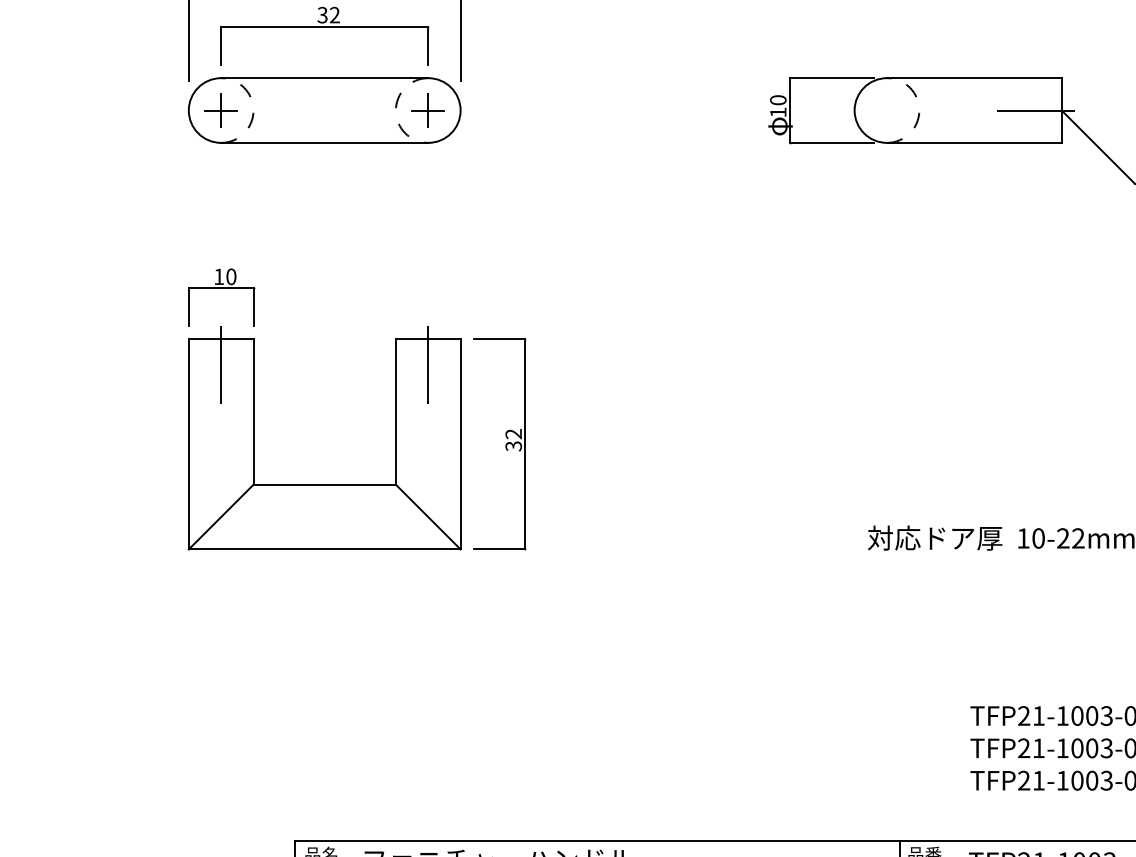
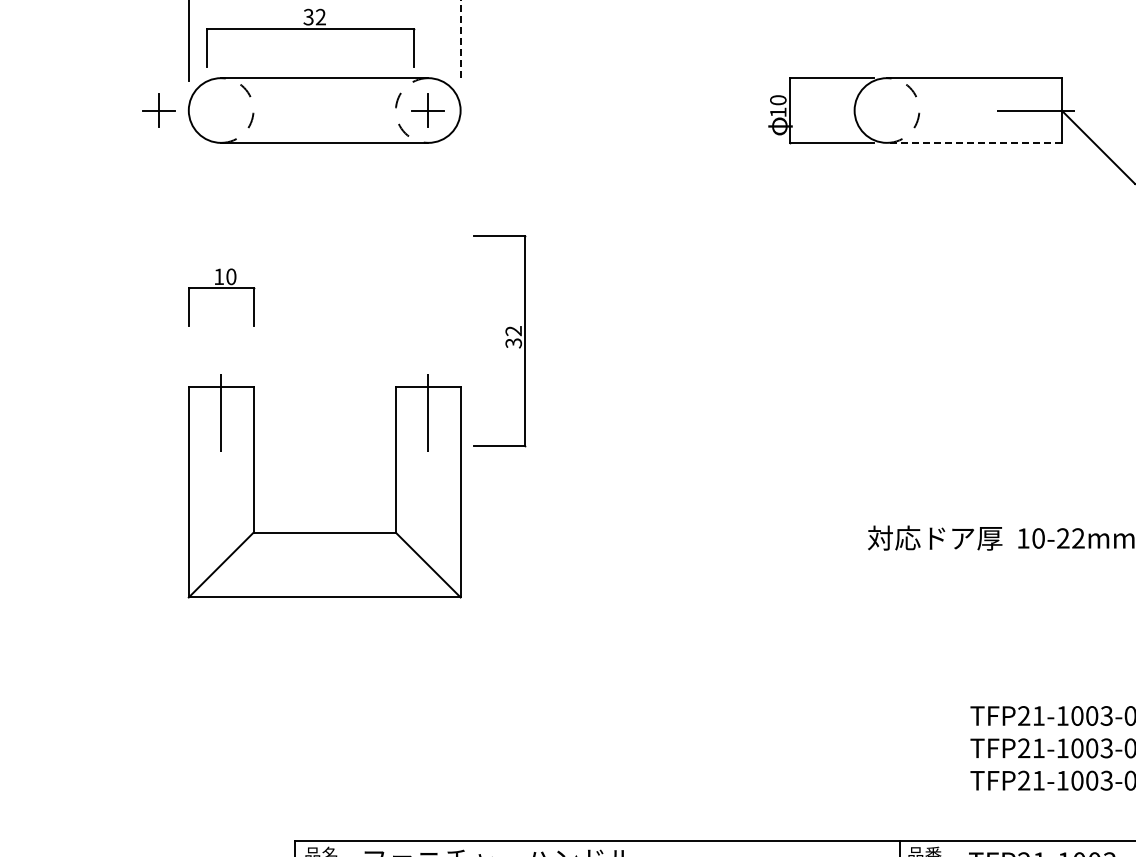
part at (324, 27) position: (324, 27) -> (310, 29)
line at (460, 41): solid -> dashed
part at (220, 110) position: (220, 110) -> (158, 110)
line at (973, 142): solid -> dashed
part at (499, 444) position: (499, 444) -> (499, 341)
part at (324, 484) position: (324, 484) -> (324, 532)
